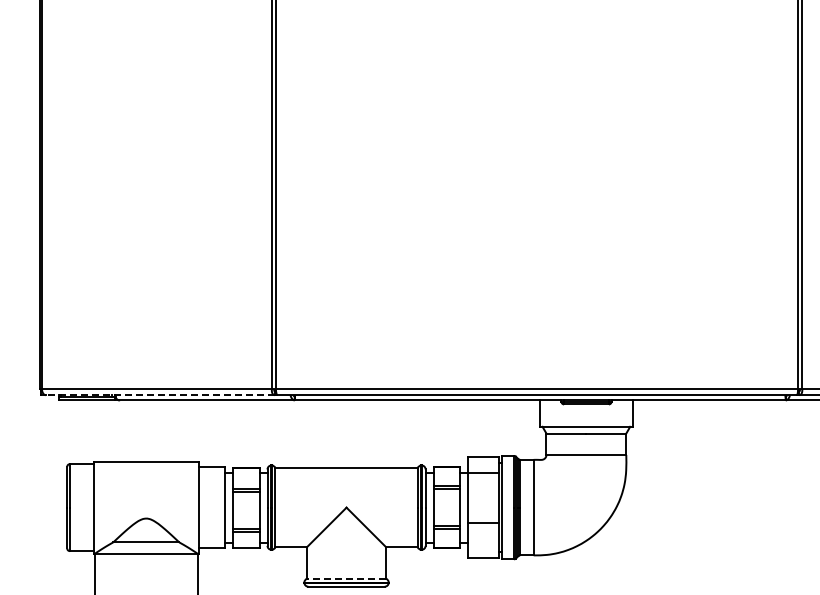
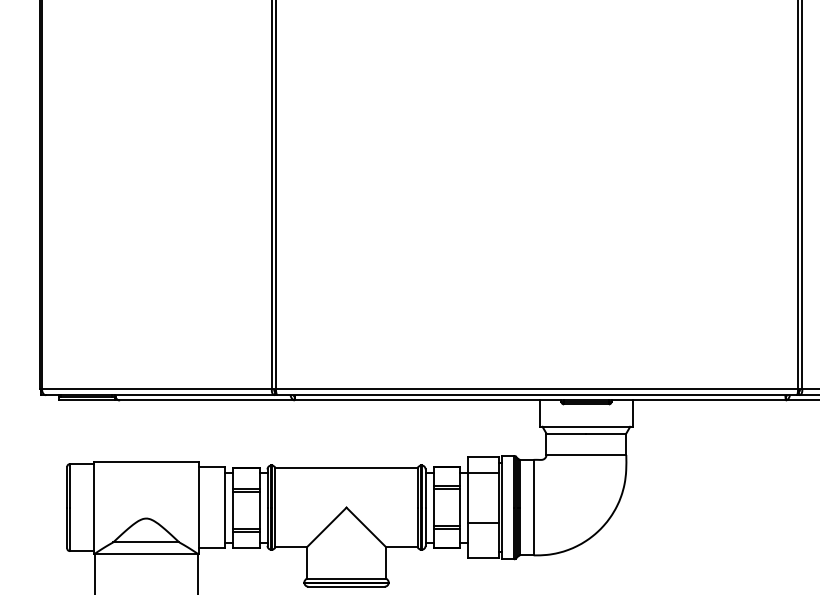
line at (159, 395): dashed -> solid
line at (346, 578): dashed -> solid
